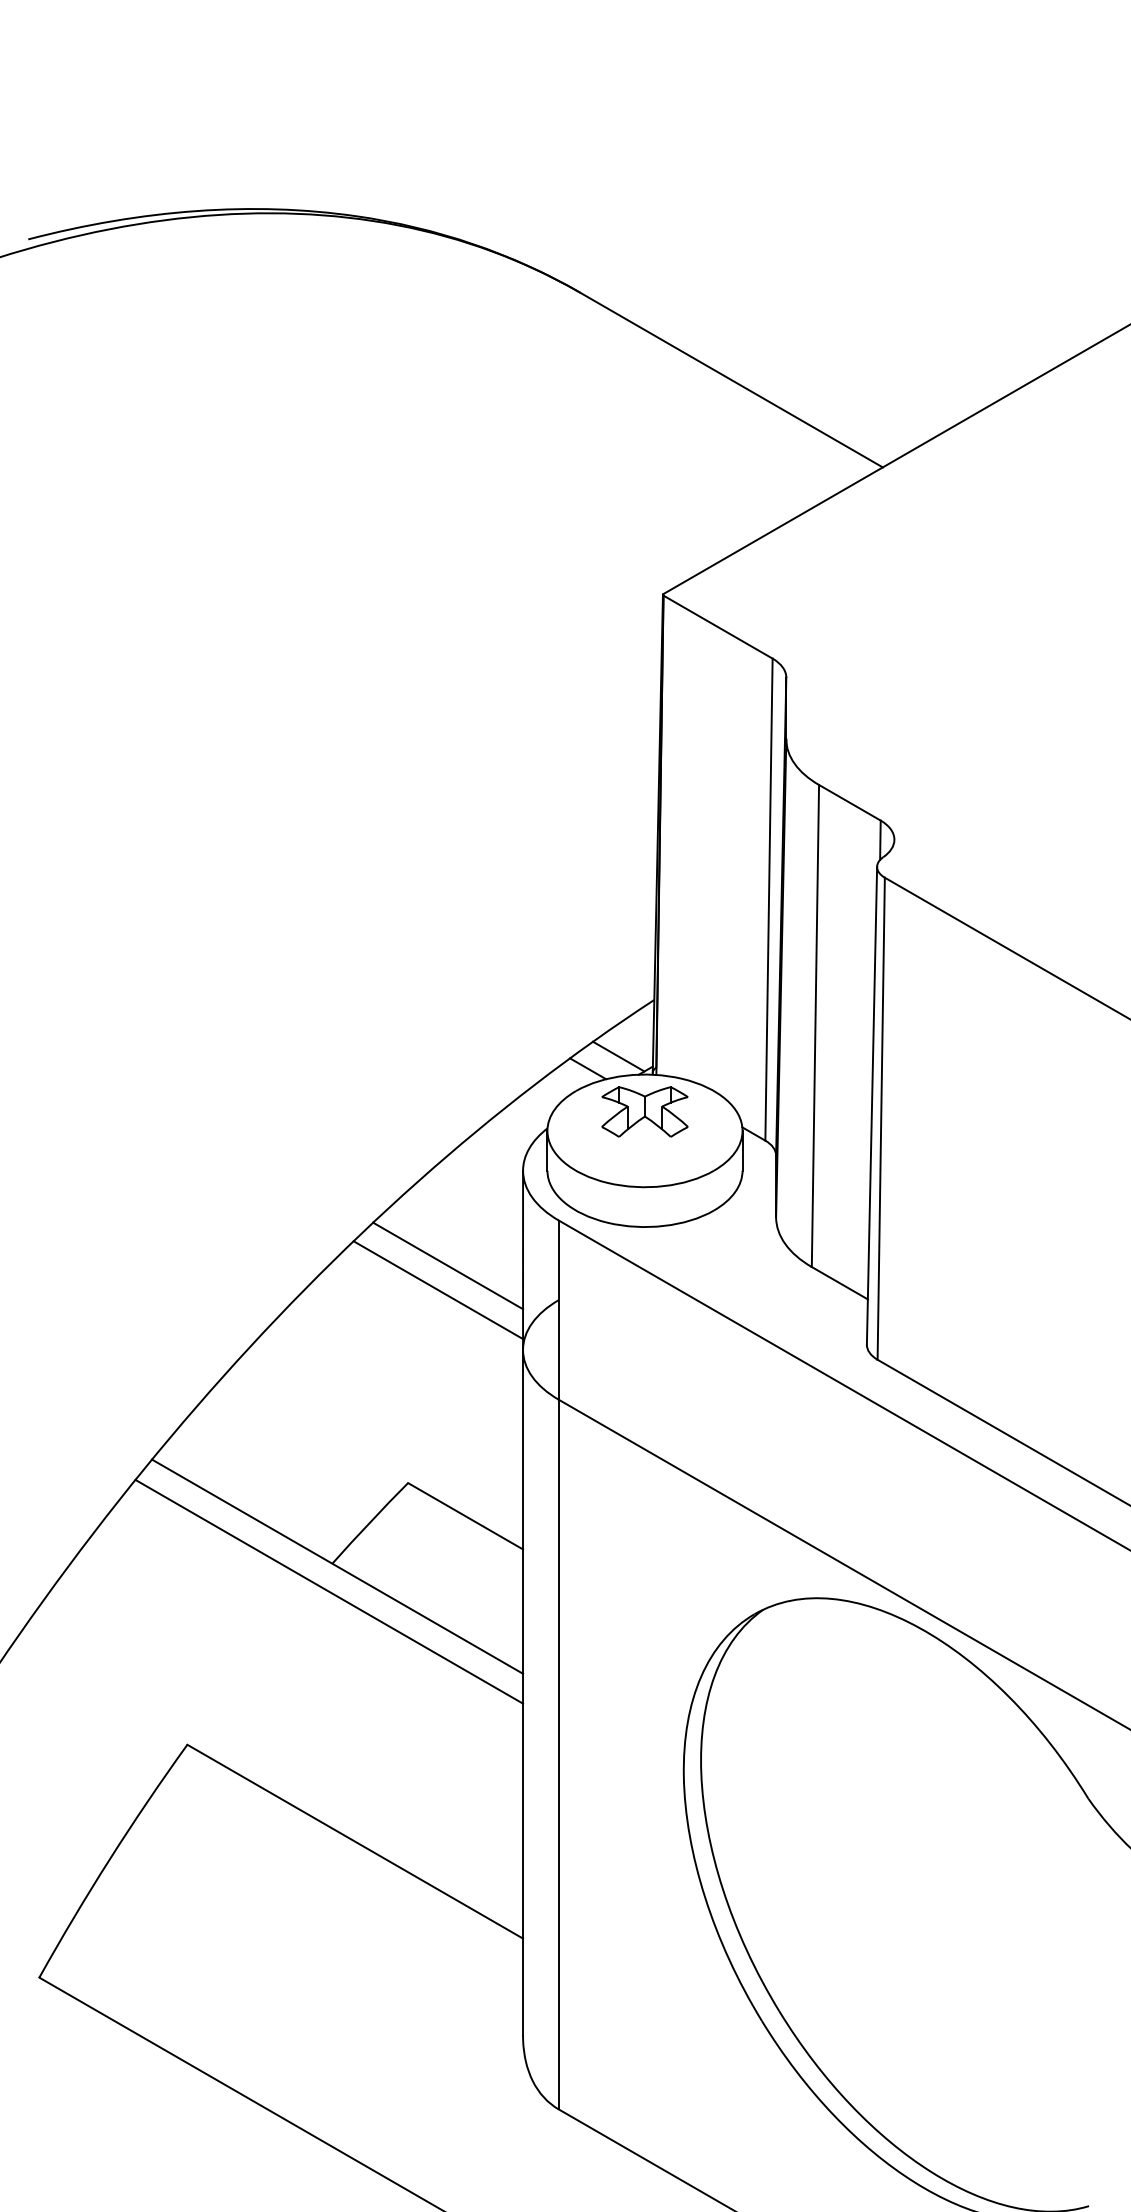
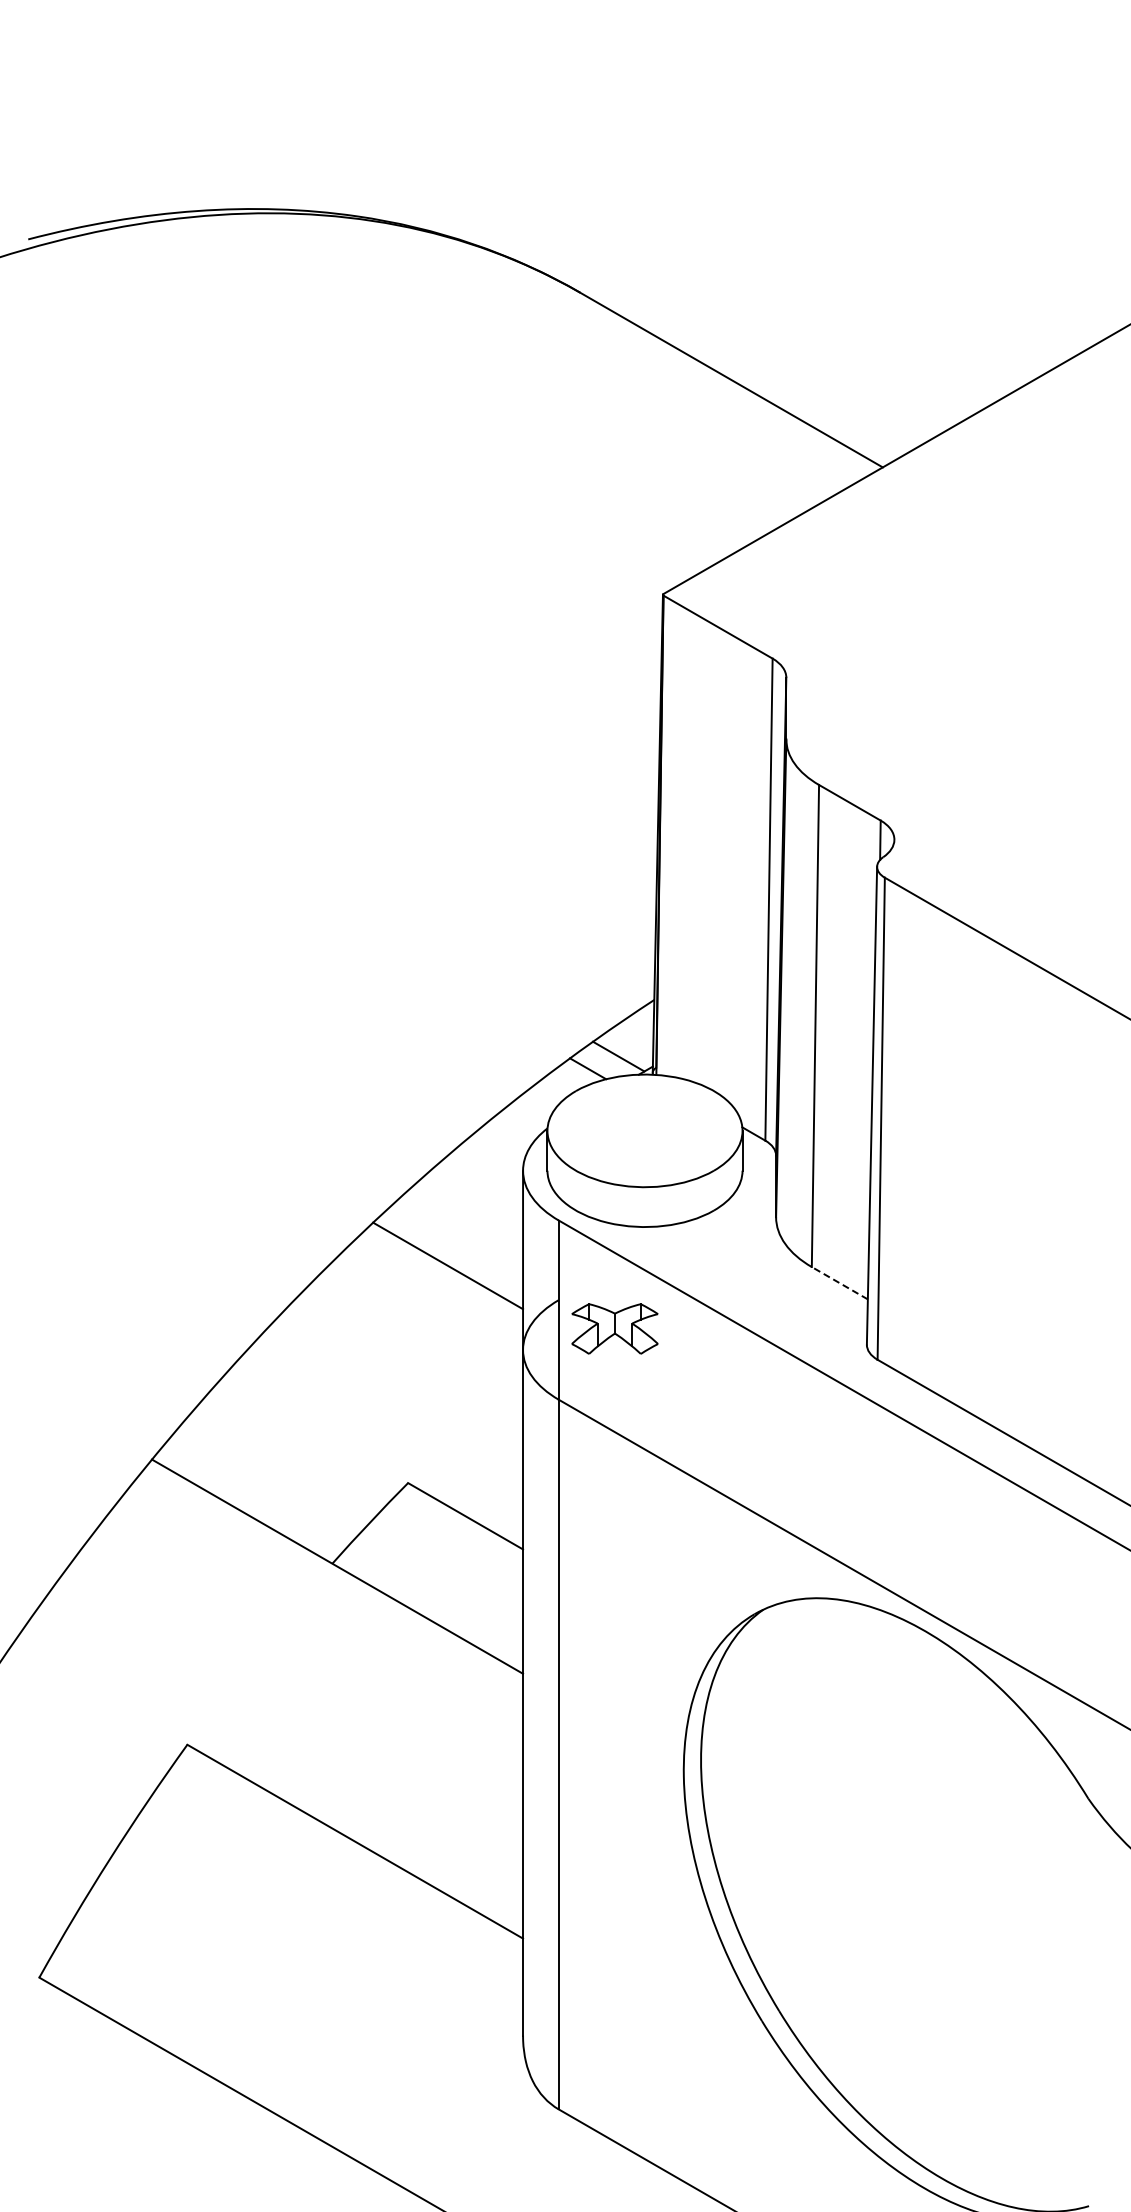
part at (644, 1111) position: (644, 1111) -> (614, 1328)
line at (839, 1282): solid -> dashed
line at (438, 1290): present -> none
line at (329, 1591): present -> none
